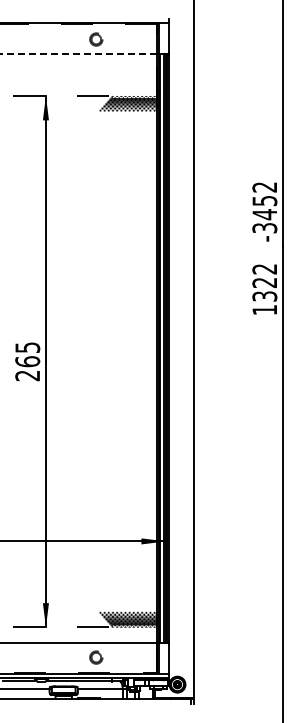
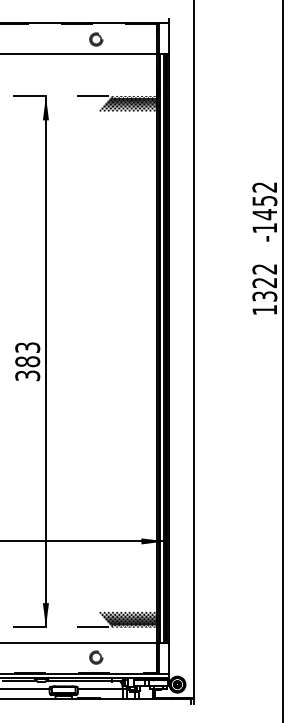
line at (83, 54): dashed -> solid
text at (264, 228): -3452 -> -1452
text at (27, 361): 265 -> 383
